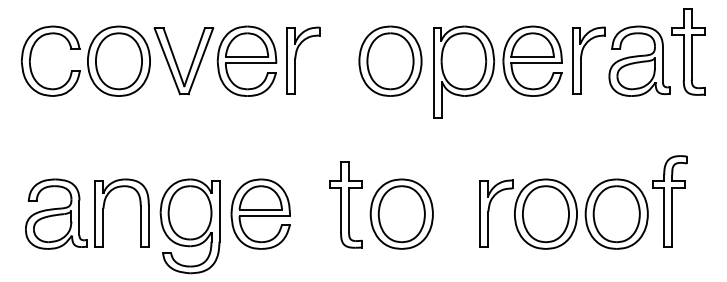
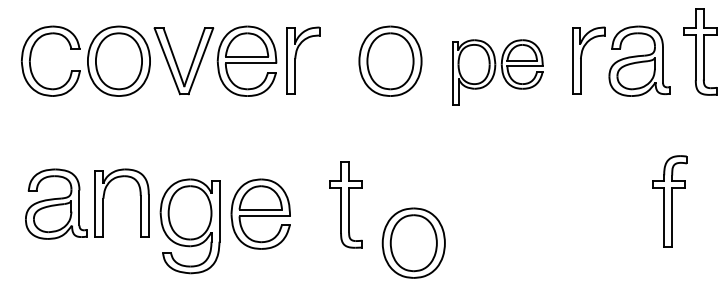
part at (688, 51) position: (688, 51) -> (700, 51)
part at (497, 71) size: 130x94 px -> 92x67 px
part at (94, 213) position: (94, 213) -> (94, 203)
part at (401, 213) position: (401, 213) -> (413, 242)
part at (563, 213): present -> none
